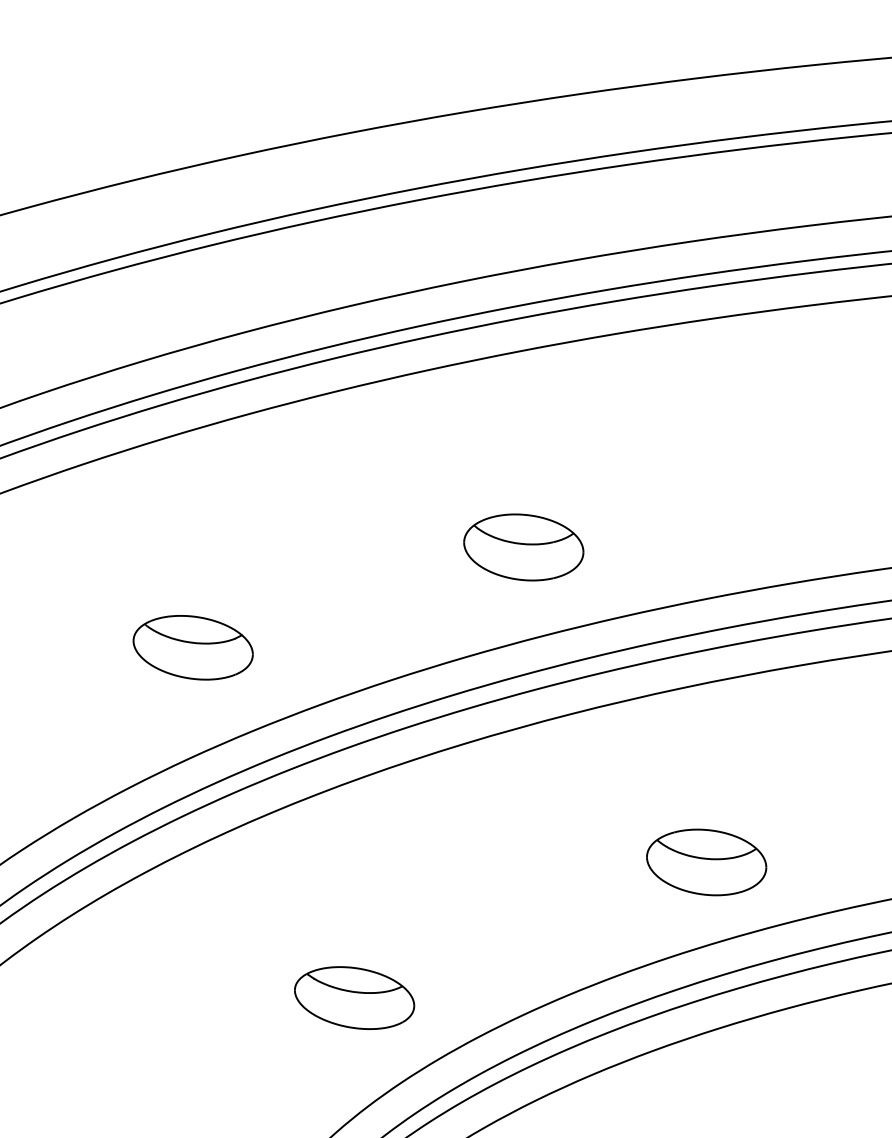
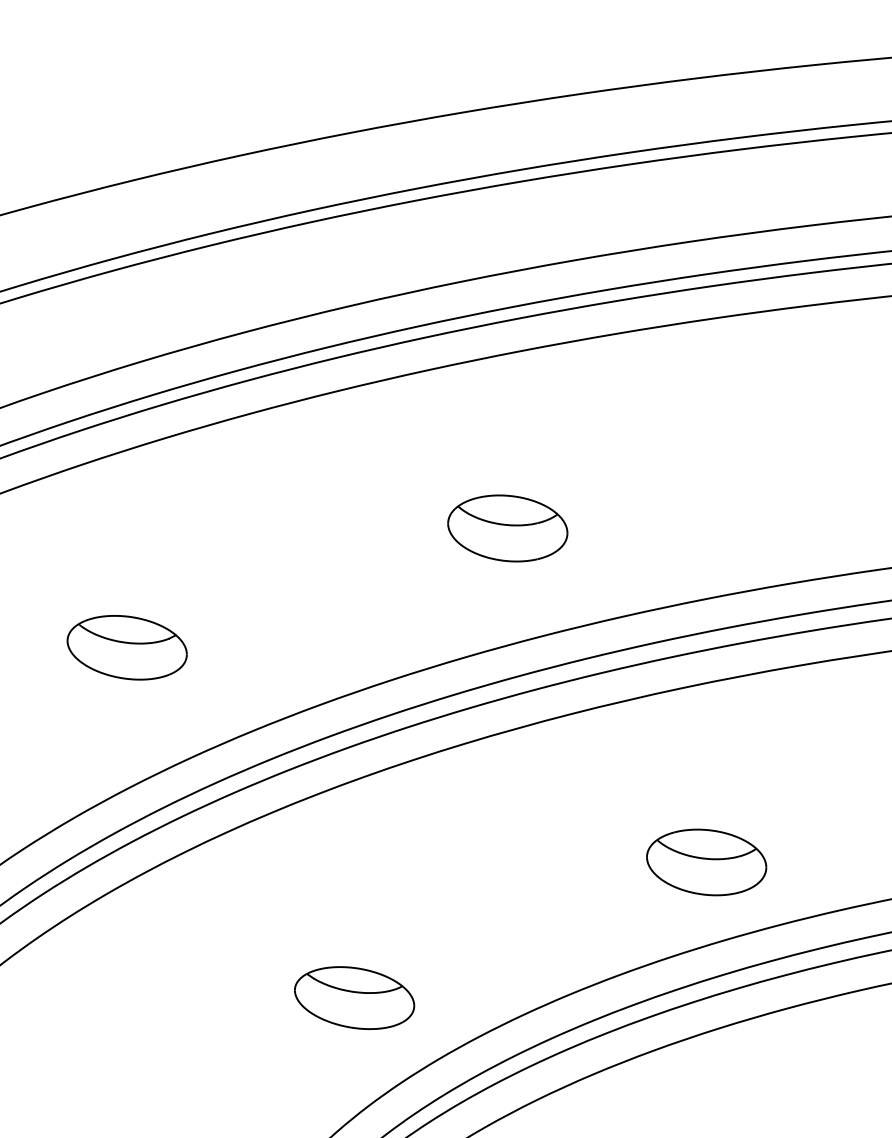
part at (523, 547) position: (523, 547) -> (507, 528)
part at (192, 647) position: (192, 647) -> (126, 647)
